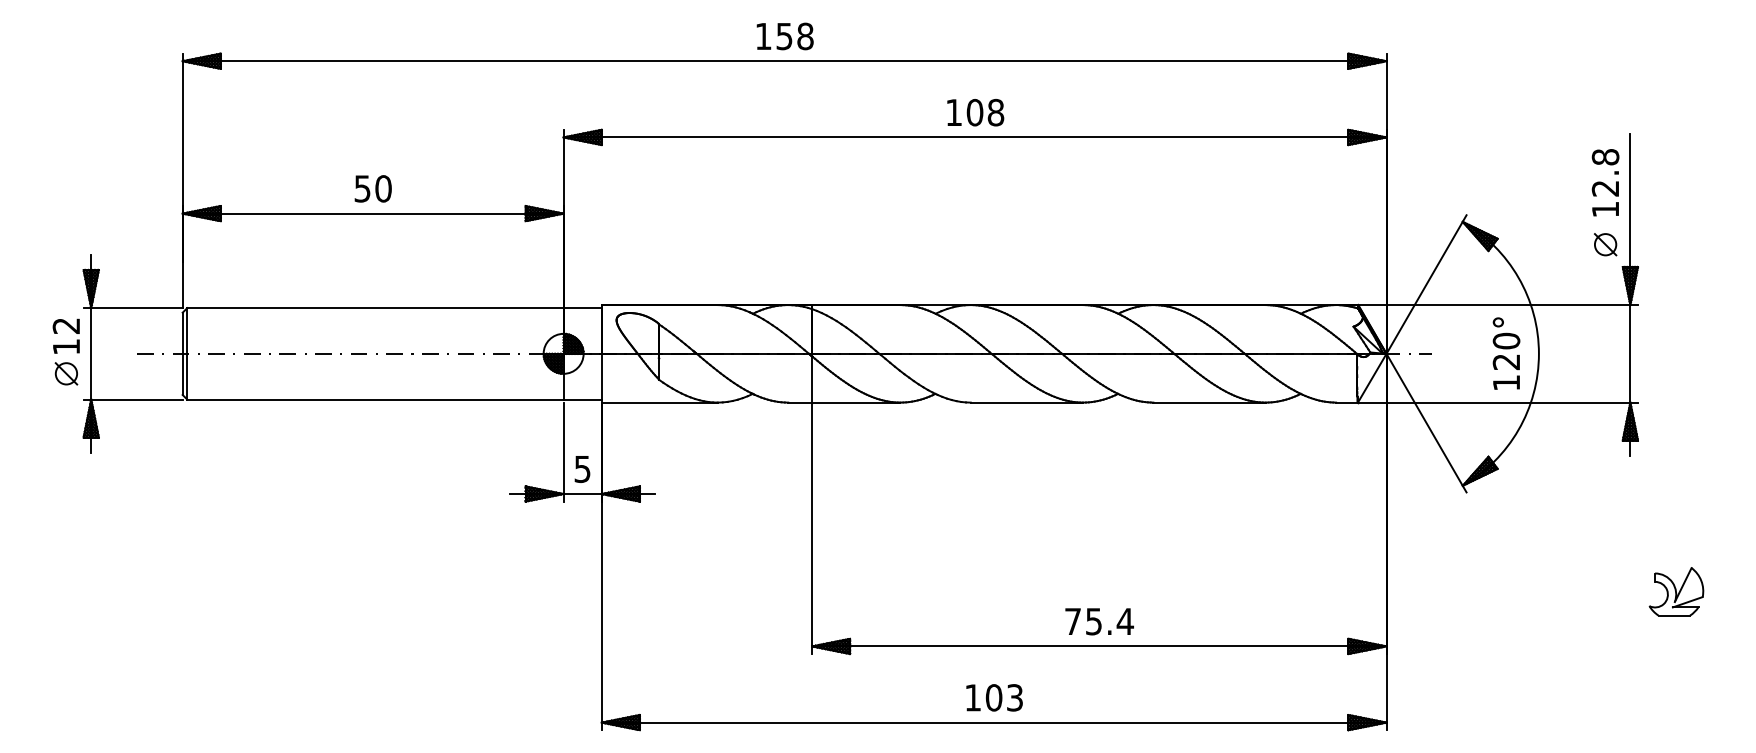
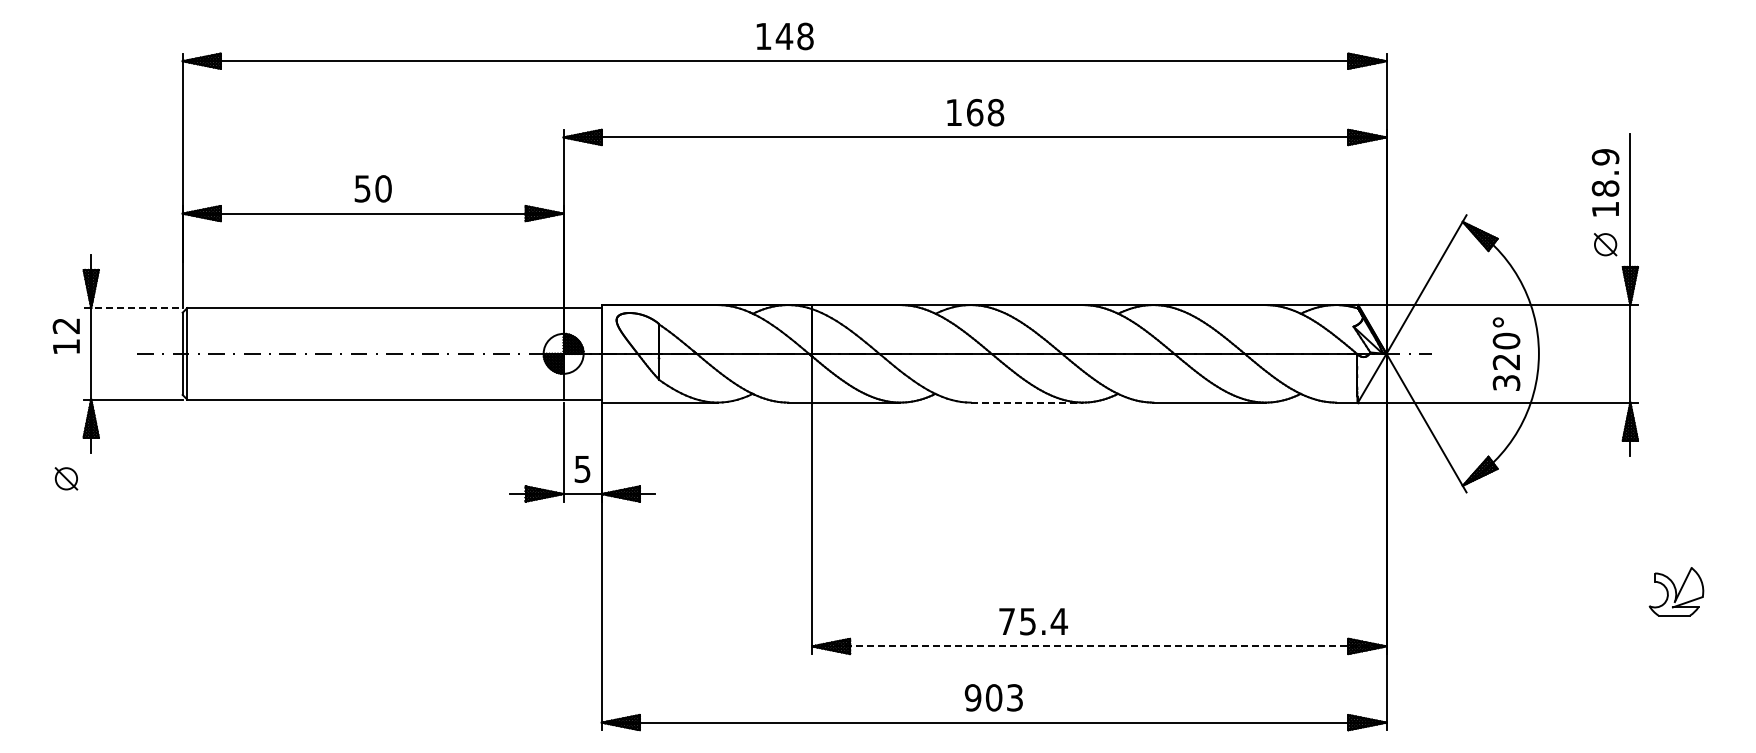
text at (784, 36): 158 -> 148
text at (974, 112): 108 -> 168
text at (1605, 172): 12.8 -> 18.9
line at (133, 308): solid -> dashed
part at (66, 373) position: (66, 373) -> (66, 478)
text at (1506, 382): 120° -> 320°
line at (1027, 402): solid -> dashed
text at (1099, 621) position: (1099, 621) -> (1033, 621)
line at (1099, 646): solid -> dashed
text at (972, 697): 103 -> 903
